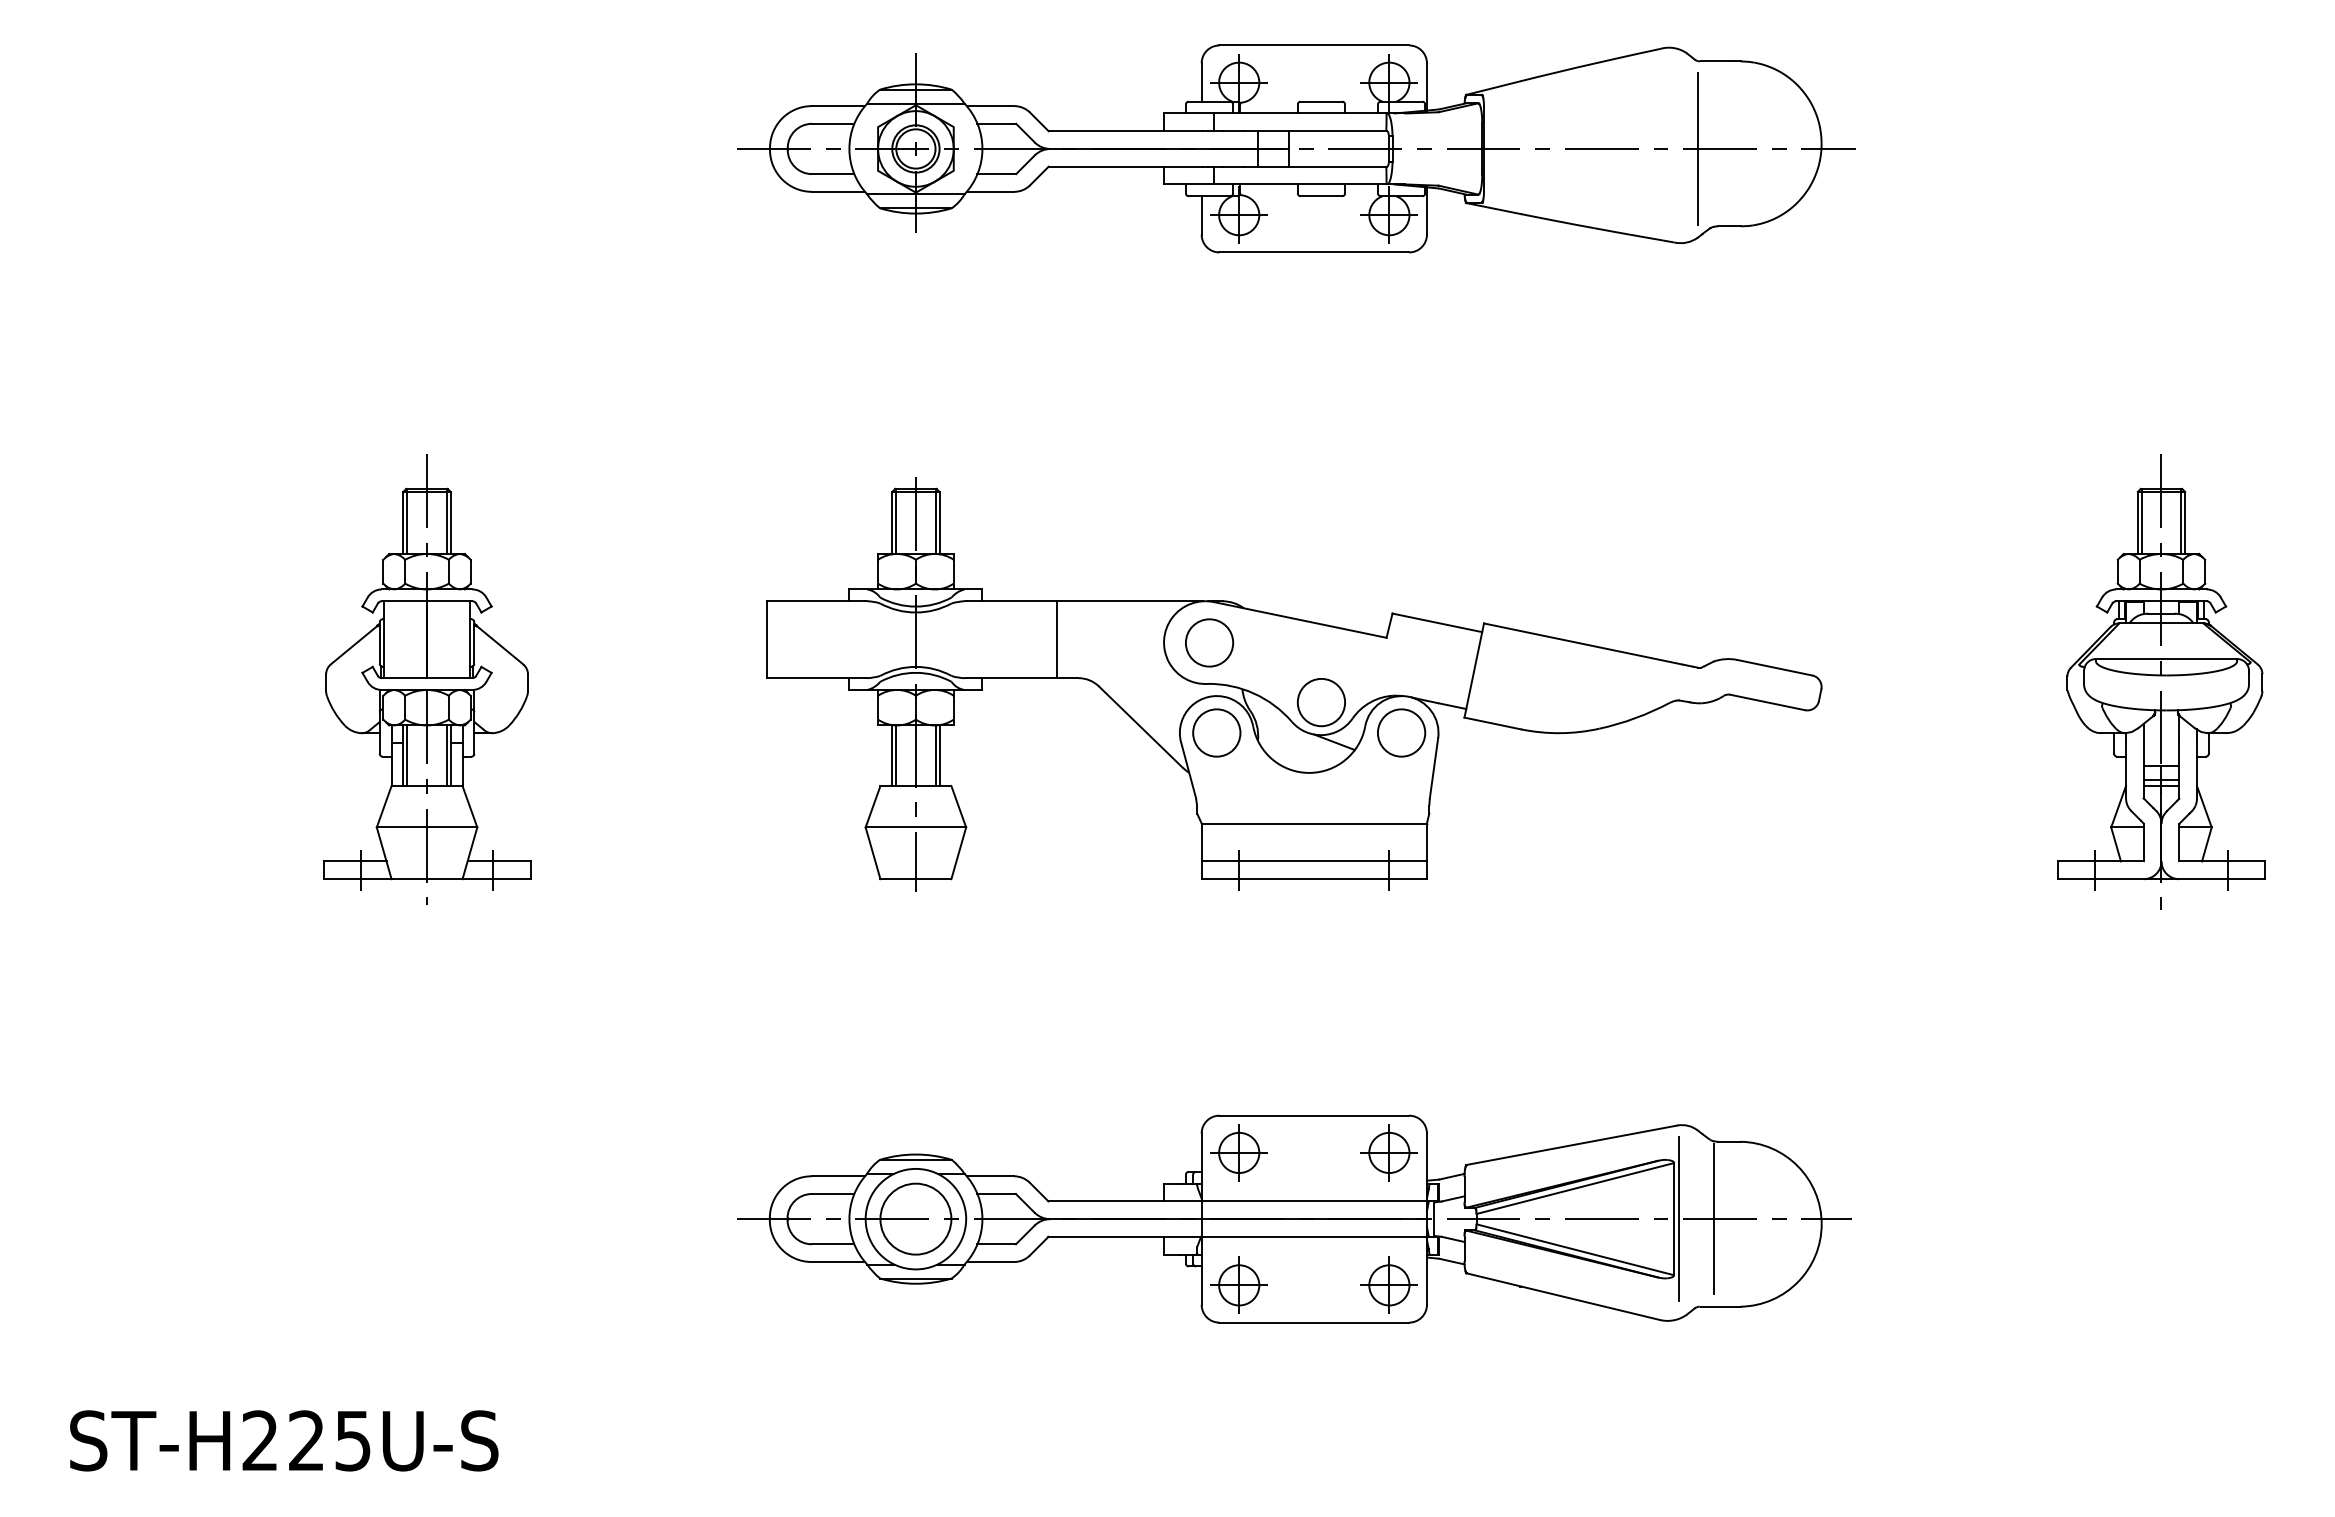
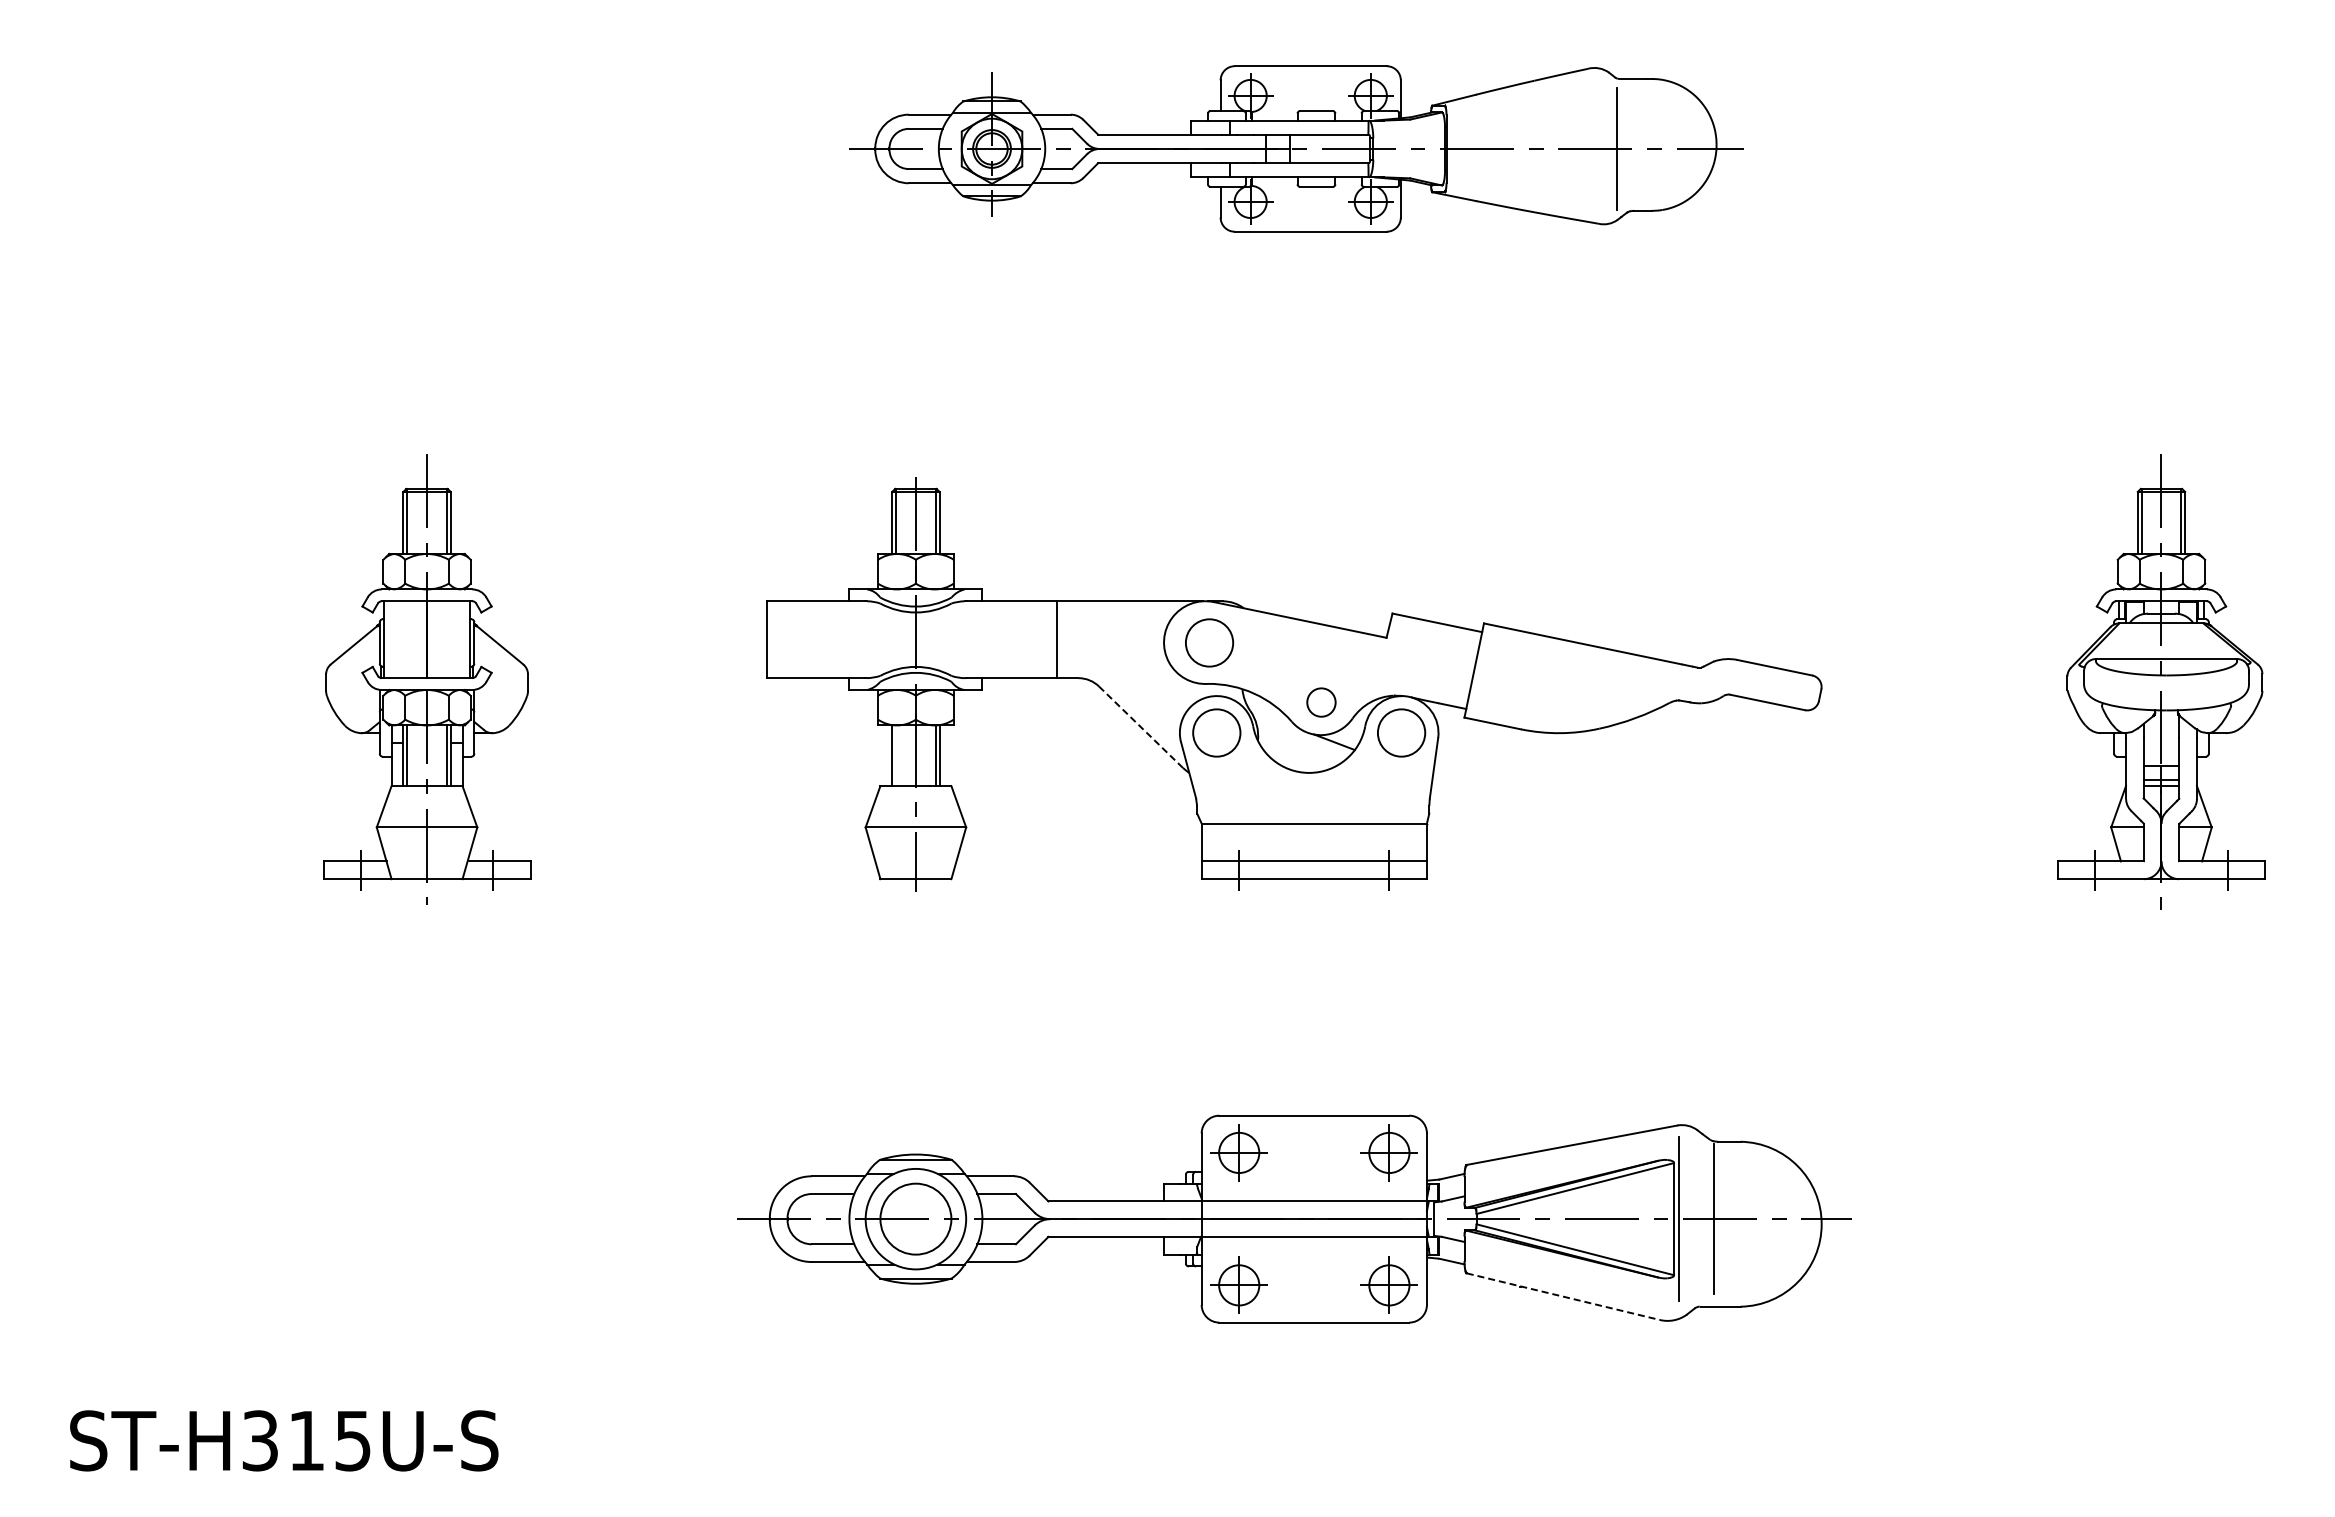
part at (1296, 148) size: 1119x210 px -> 895x168 px
circle at (1321, 702) diameter: 47 px -> 28 px
line at (1141, 727): solid -> dashed
line at (896, 755): present -> none
line at (1563, 1296): solid -> dashed
text at (282, 1440): ST-H225U-S -> ST-H315U-S
